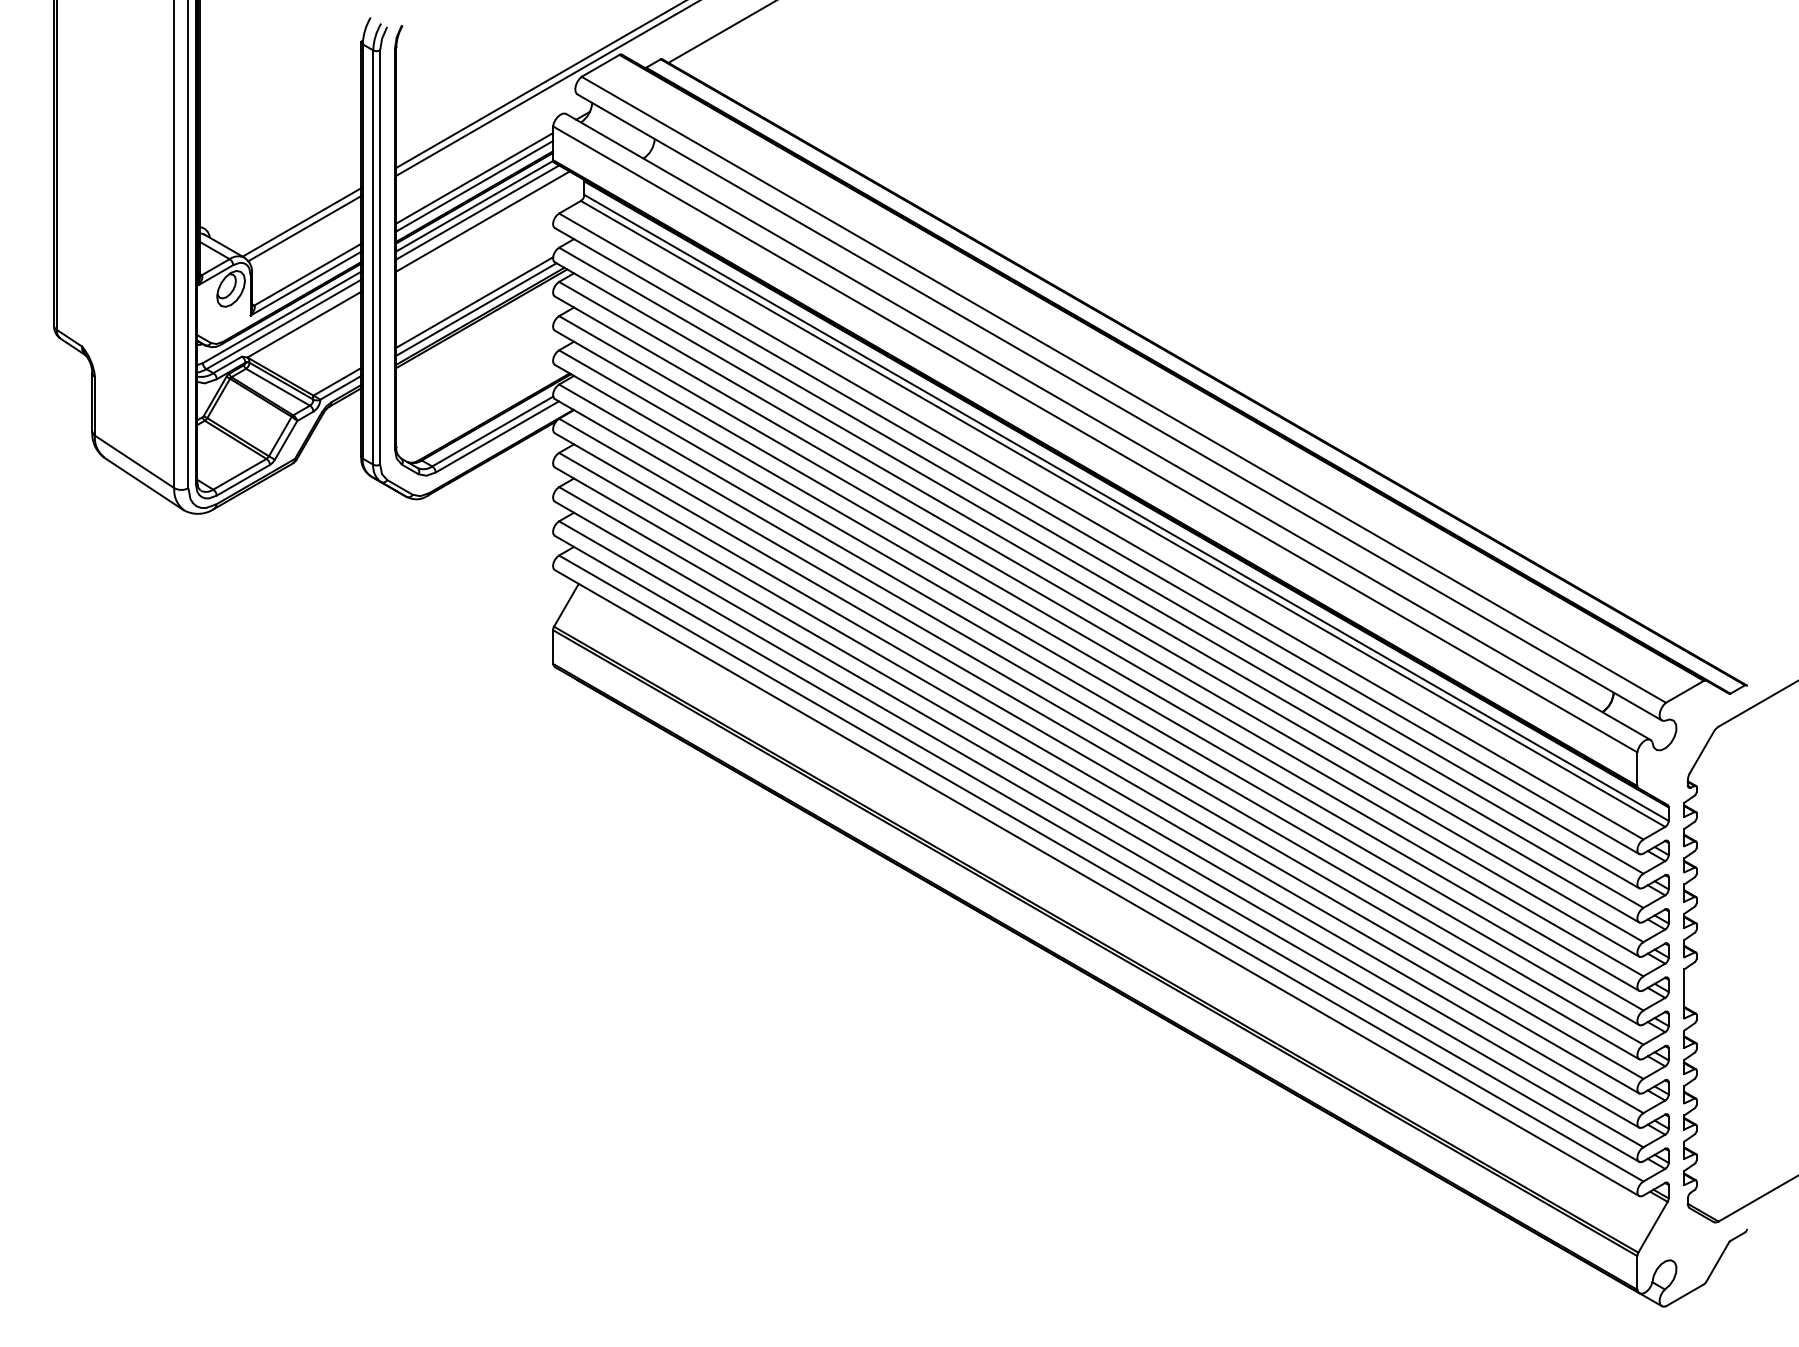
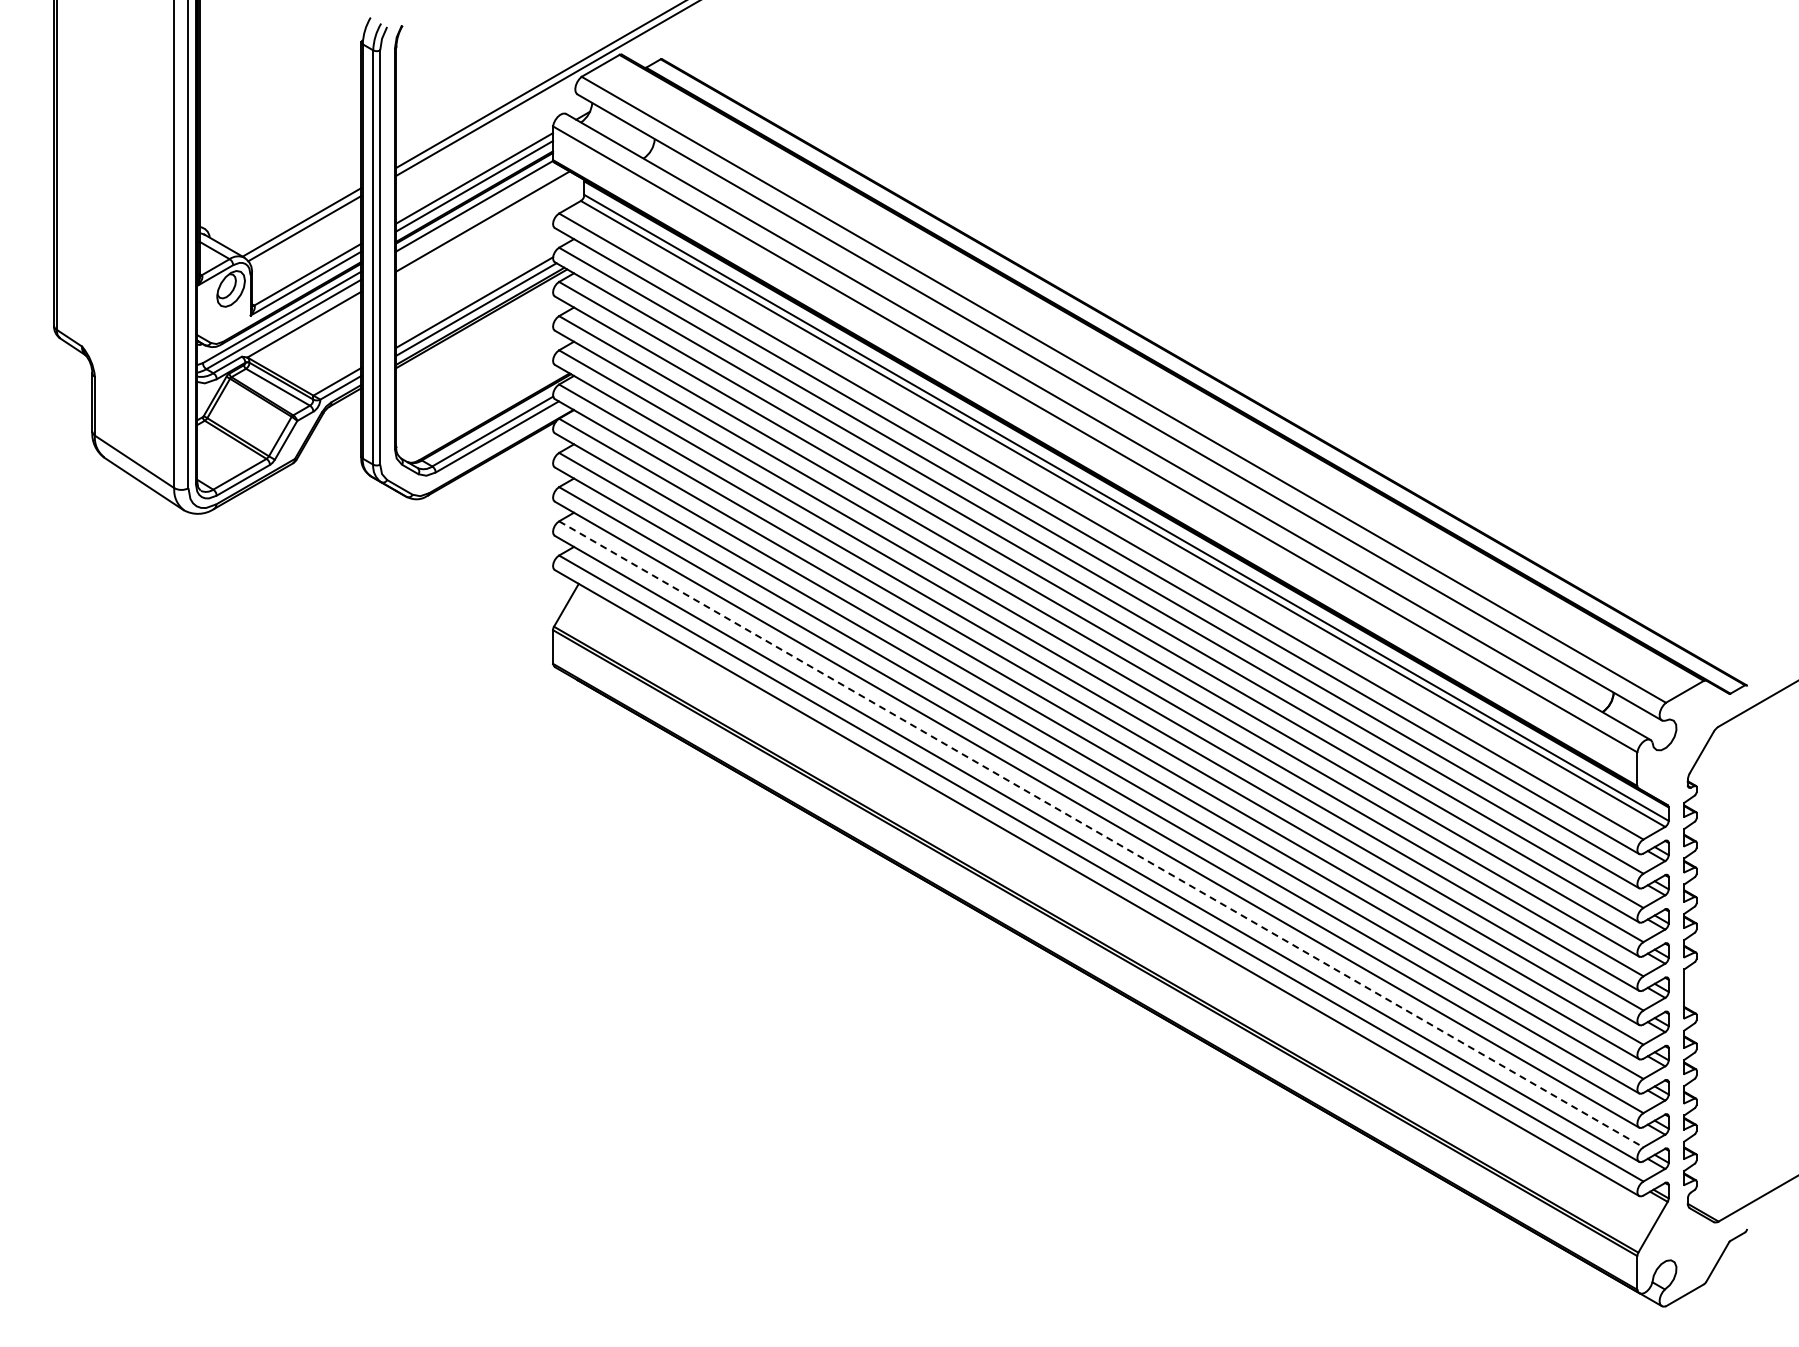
line at (720, 32): present -> none
line at (477, 212): present -> none
line at (1101, 834): solid -> dashed
